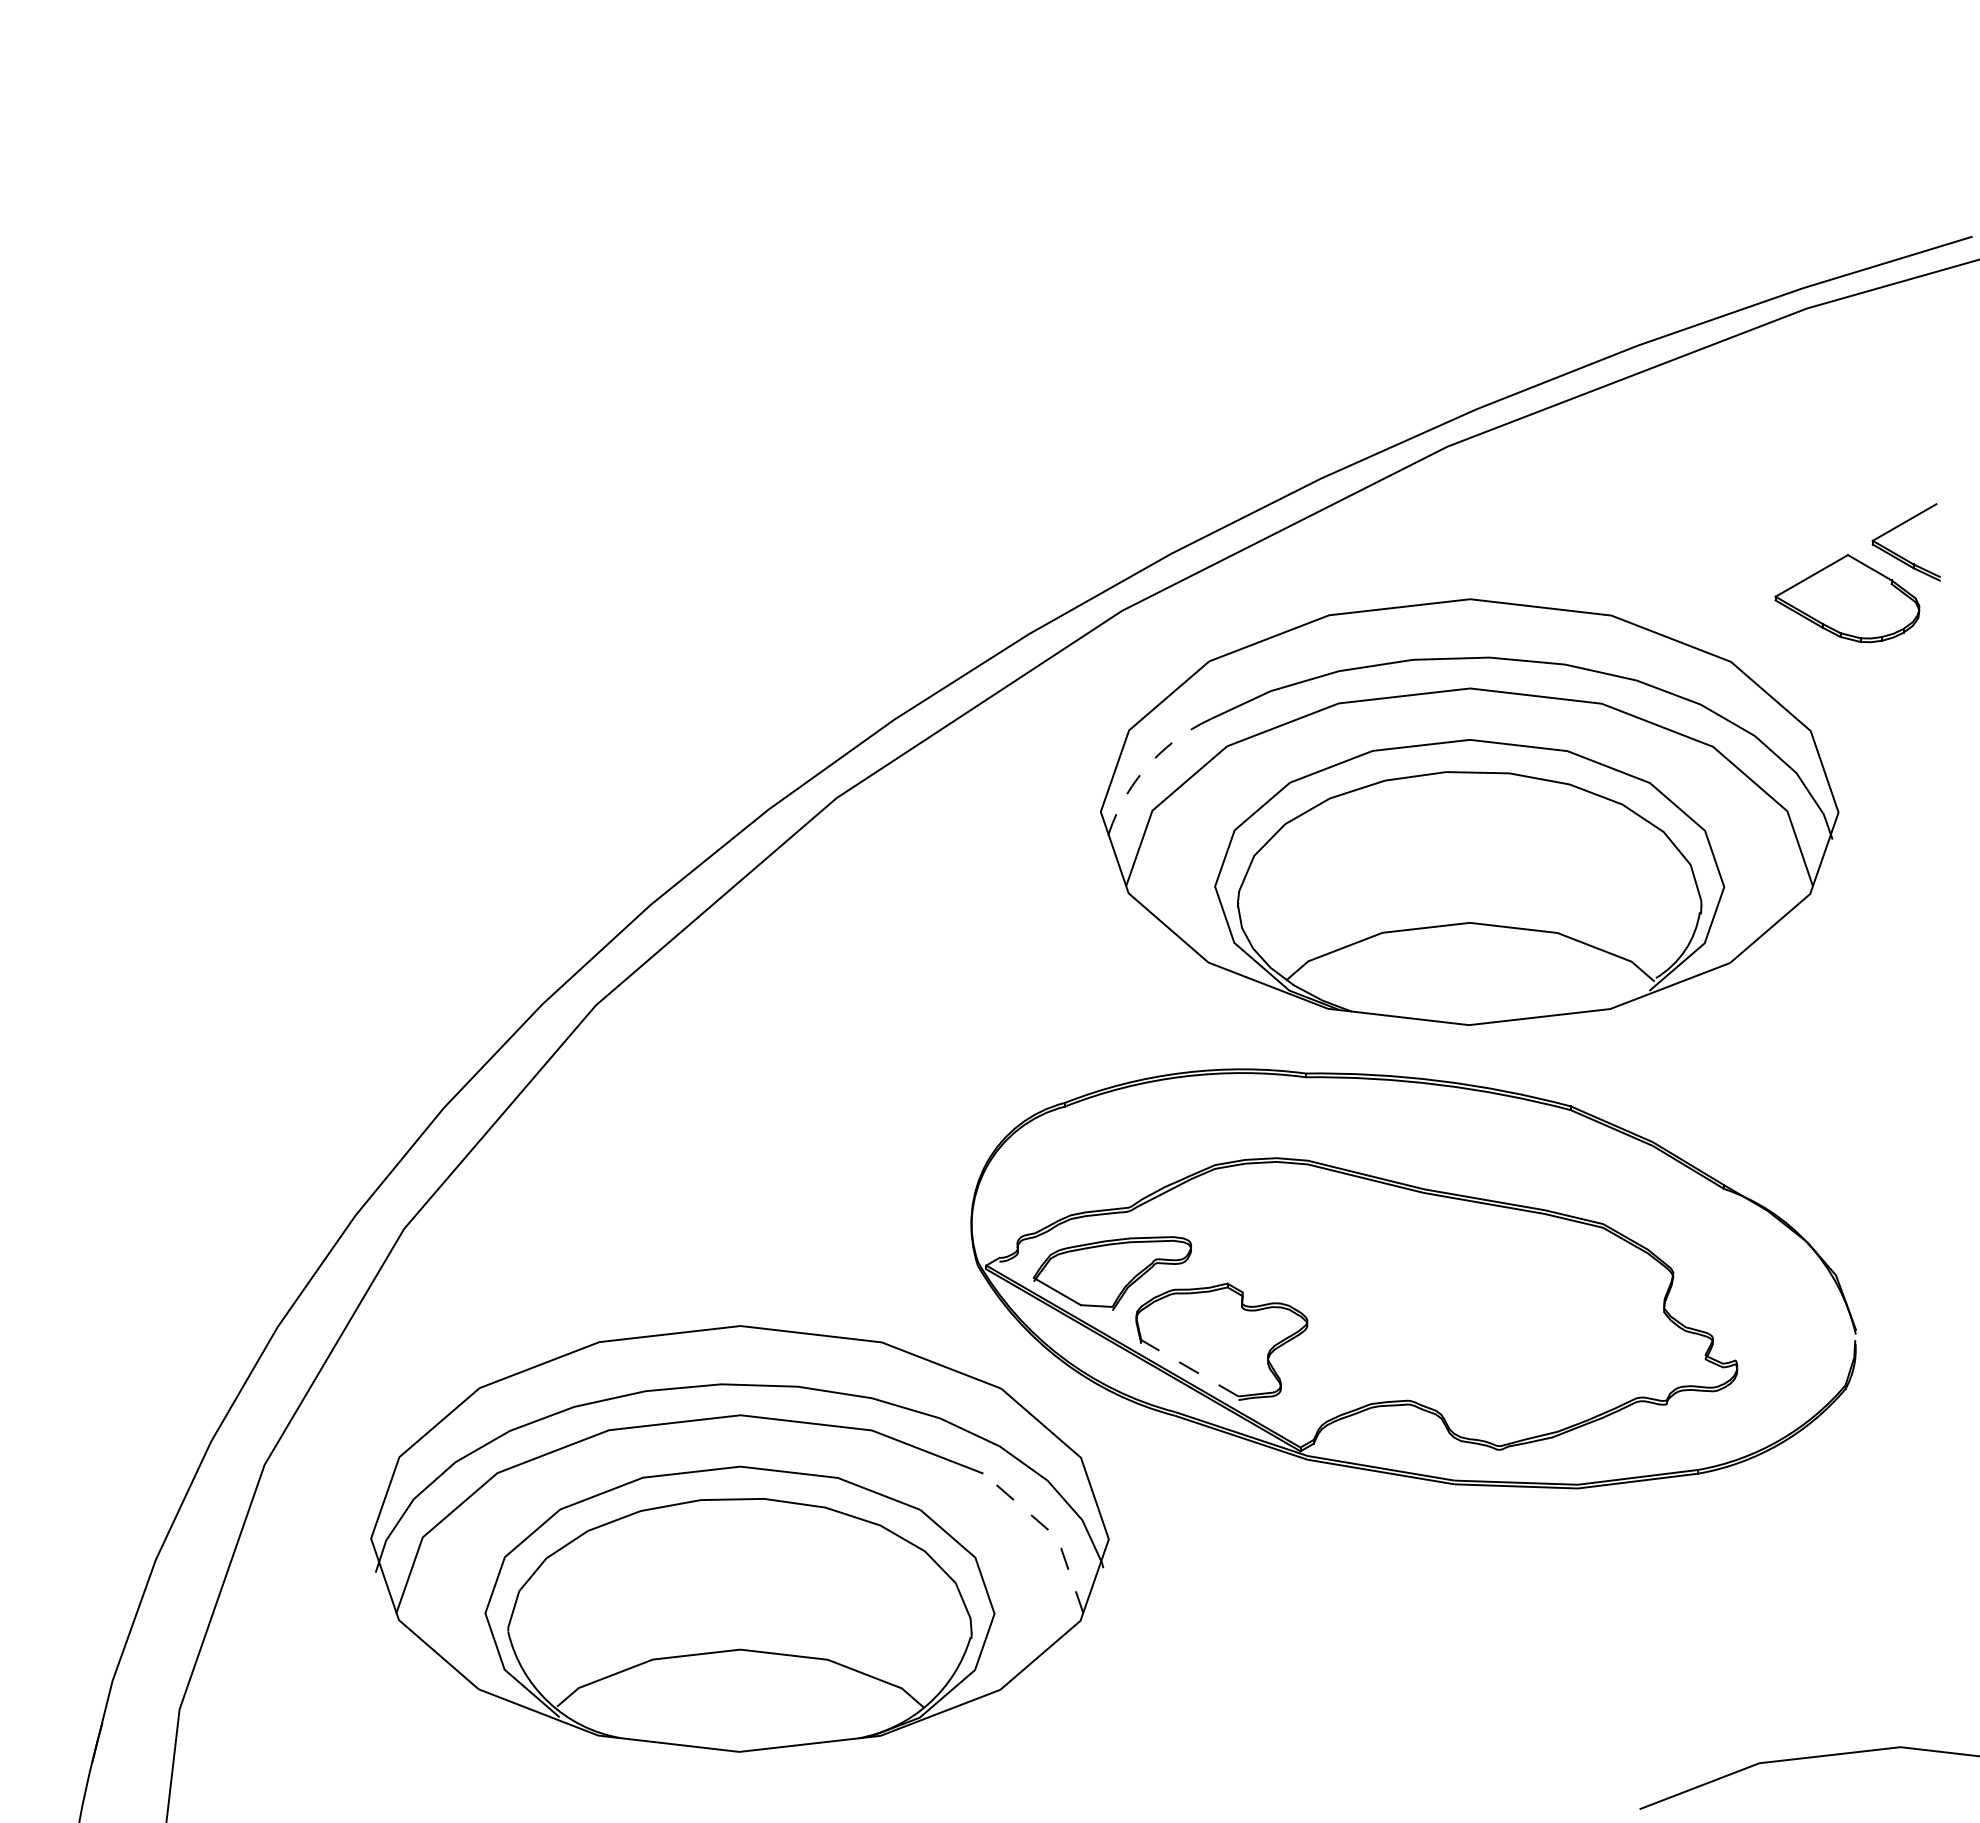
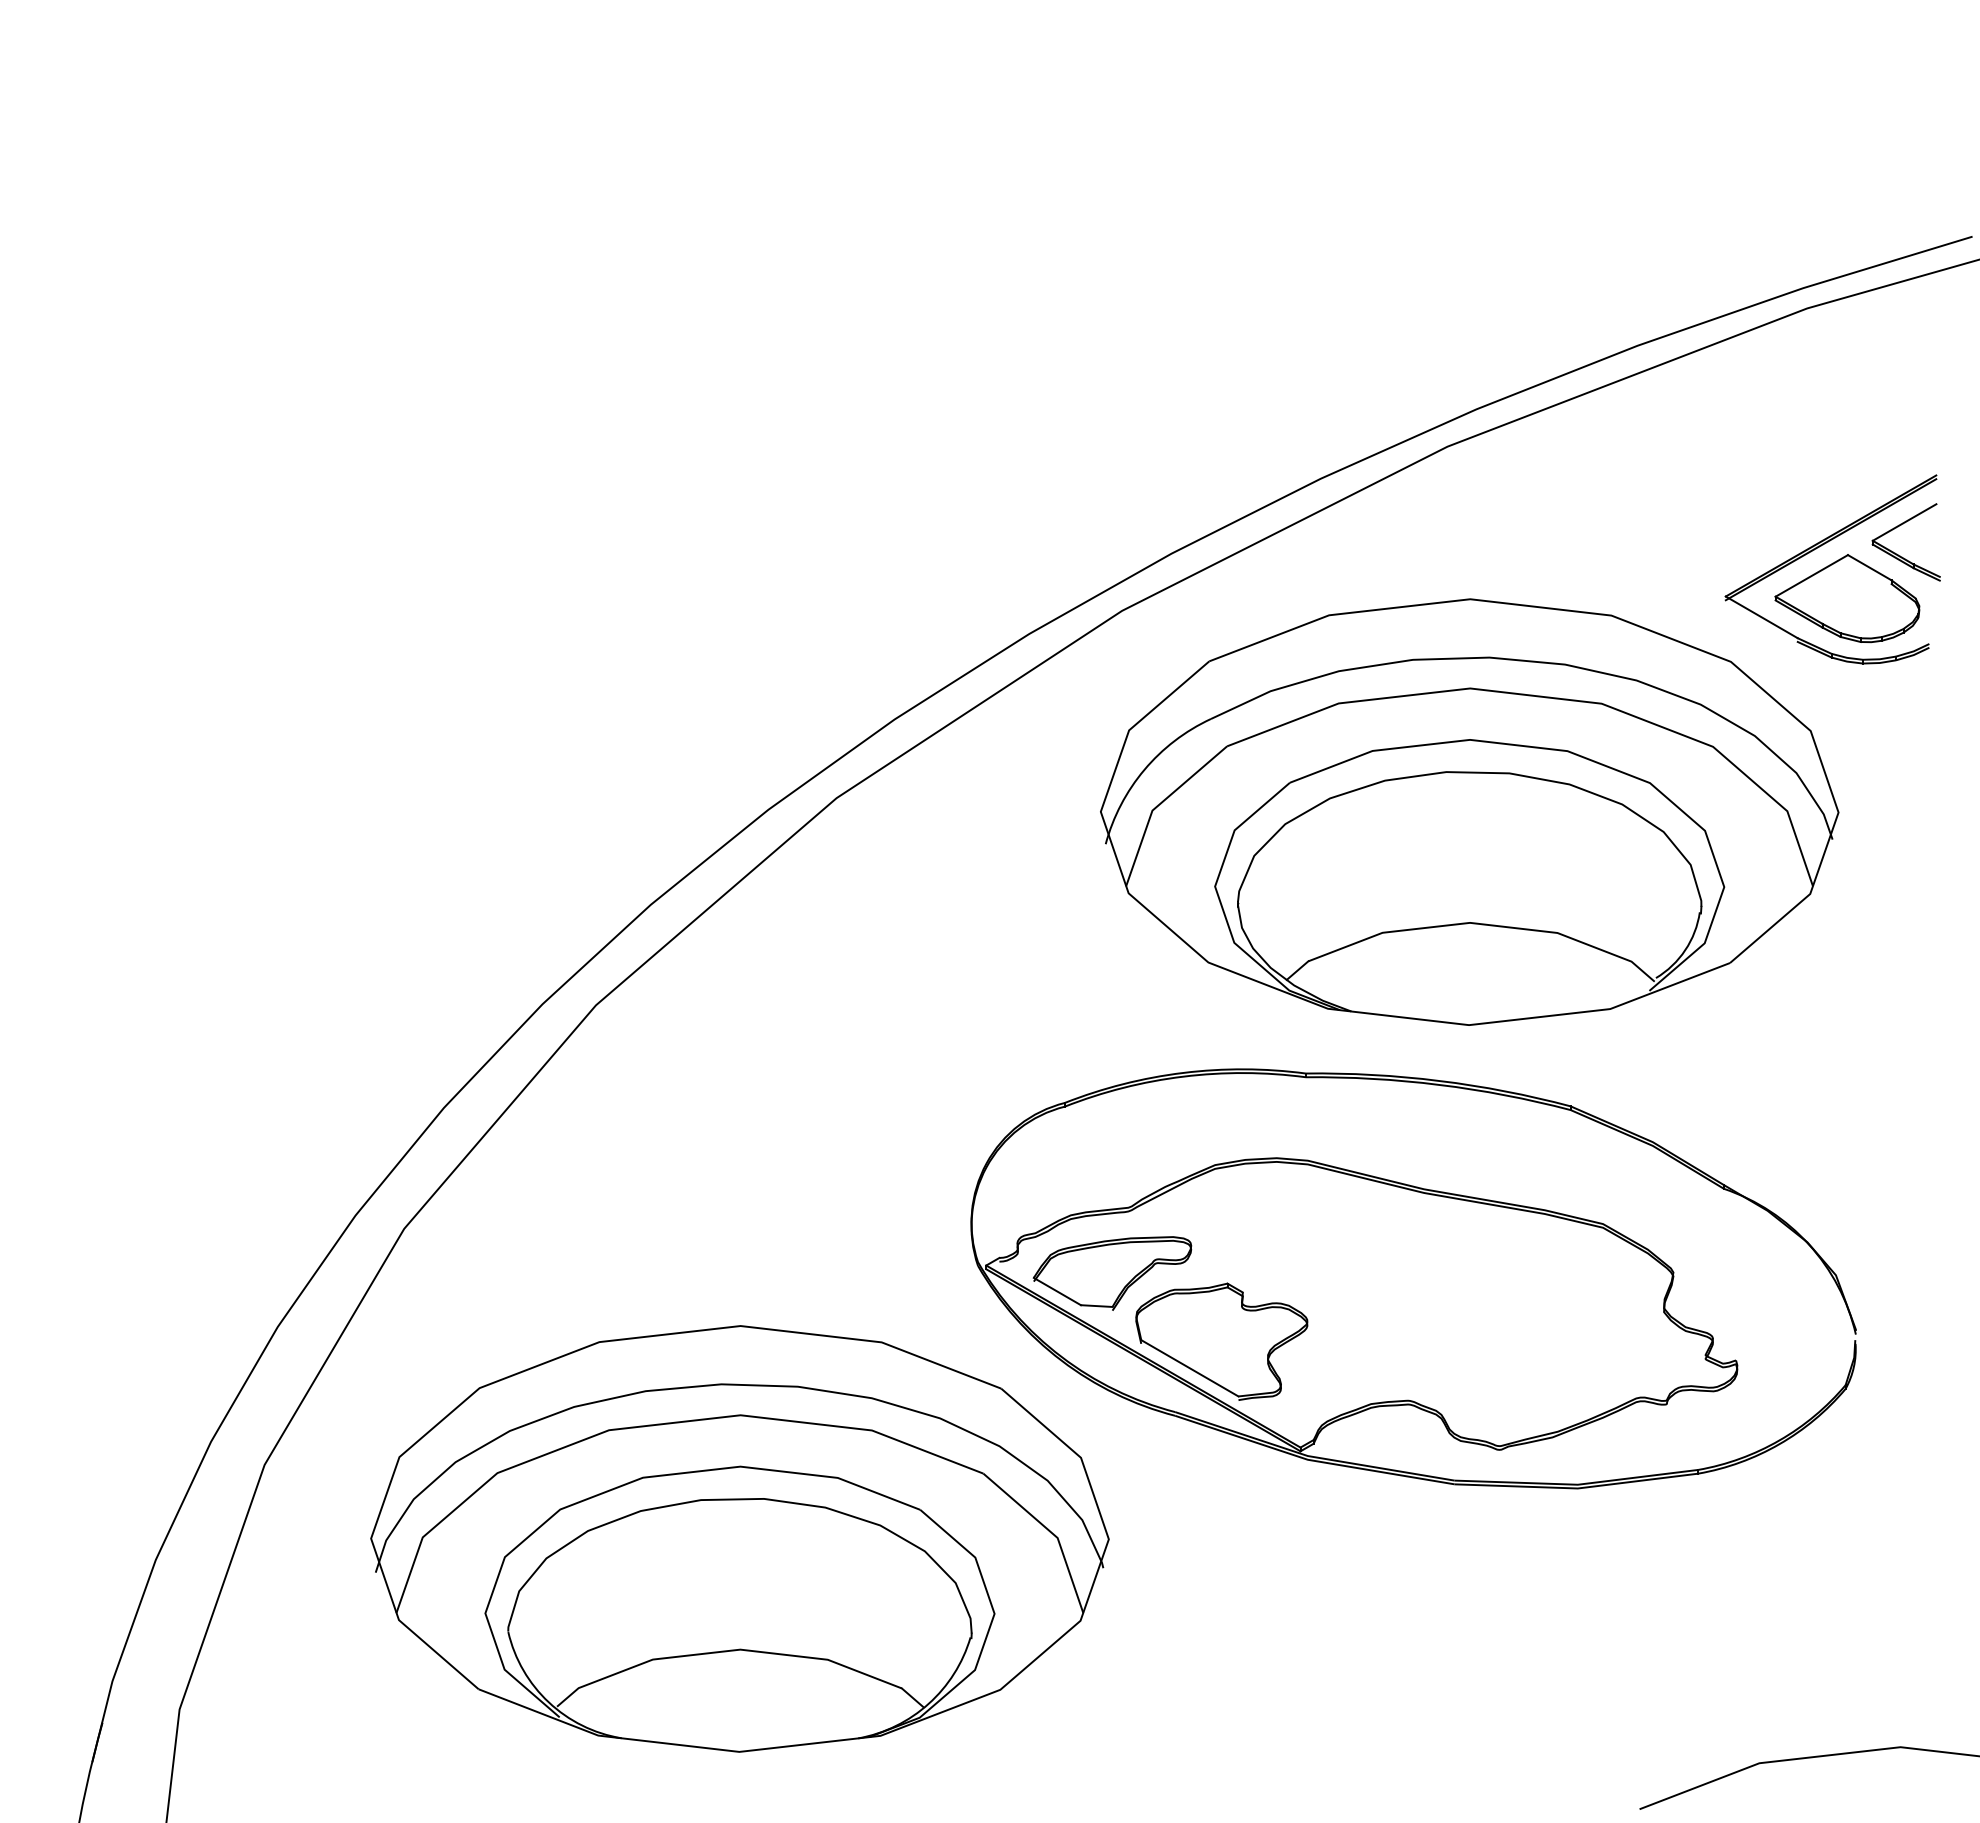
part at (1816, 549): none -> present
arc at (1144, 769): dashed -> solid
line at (1189, 1368): dashed -> solid
line at (1050, 1532): dashed -> solid
